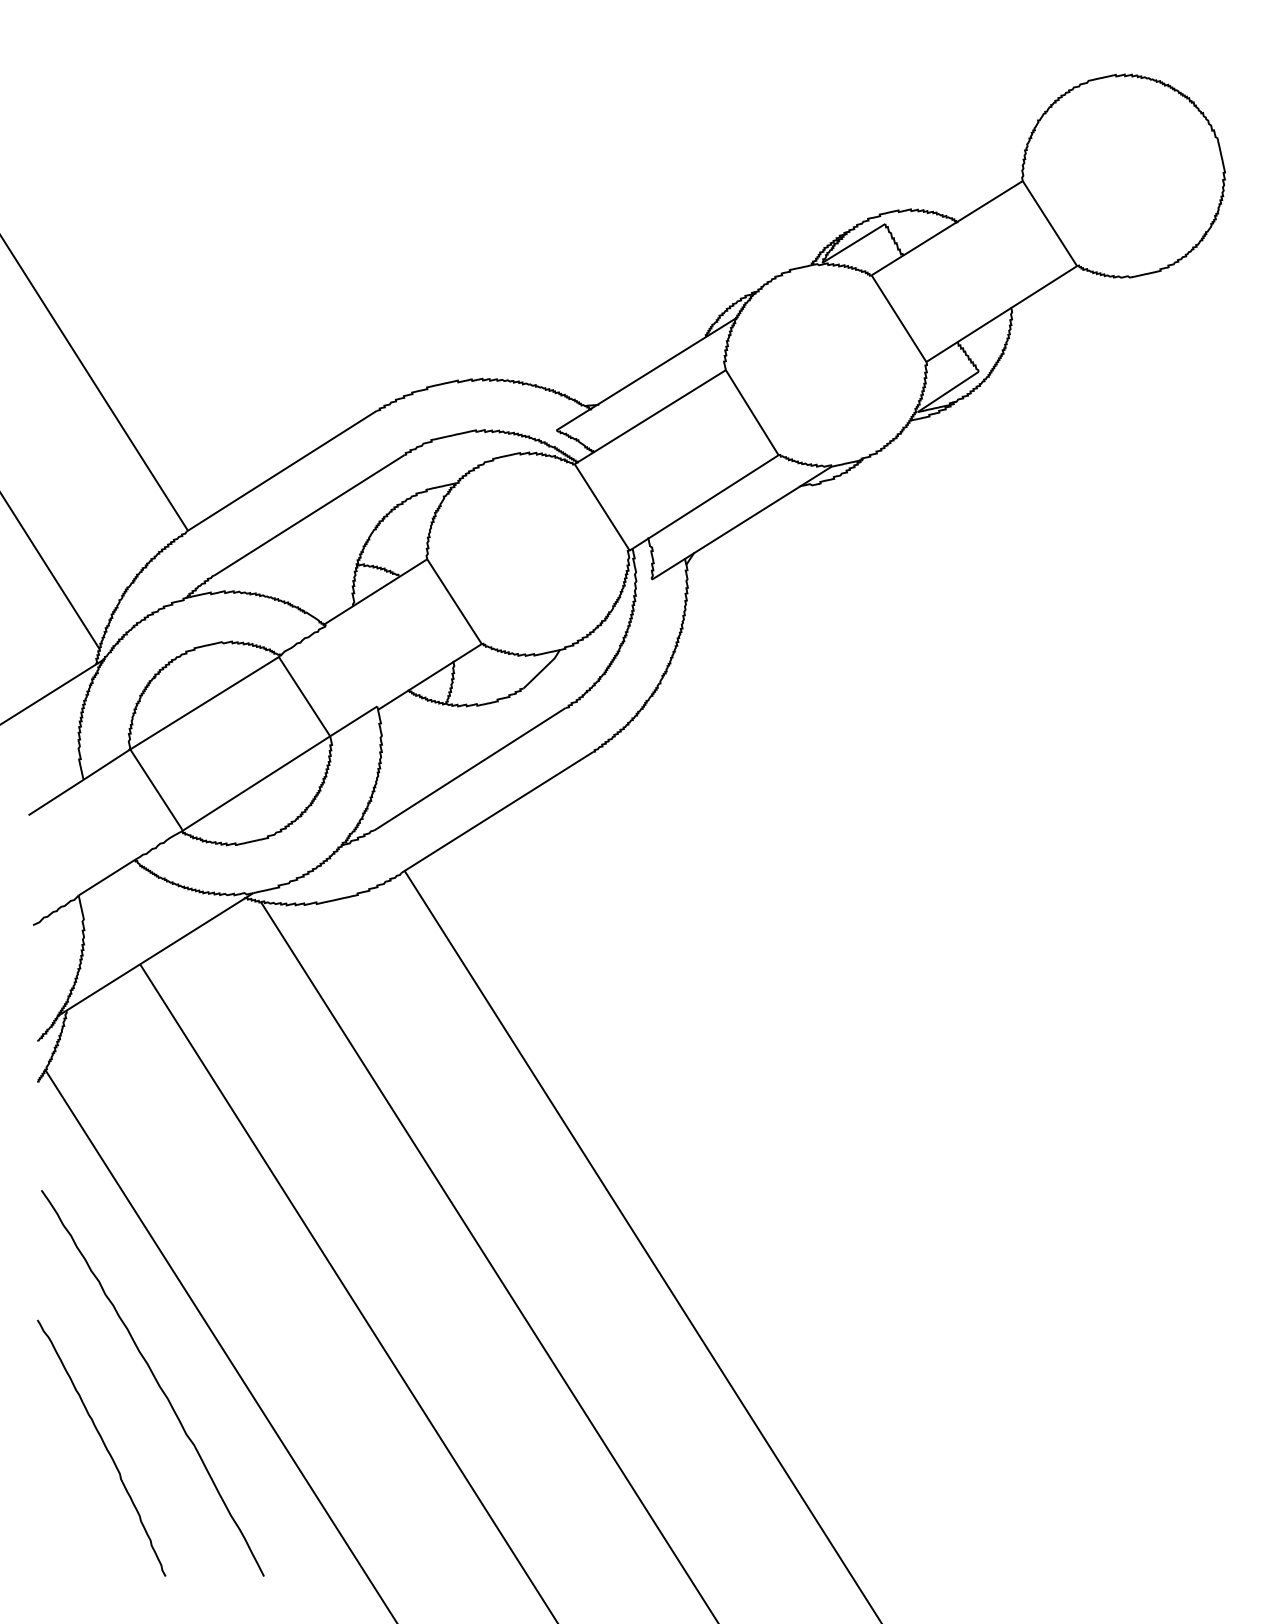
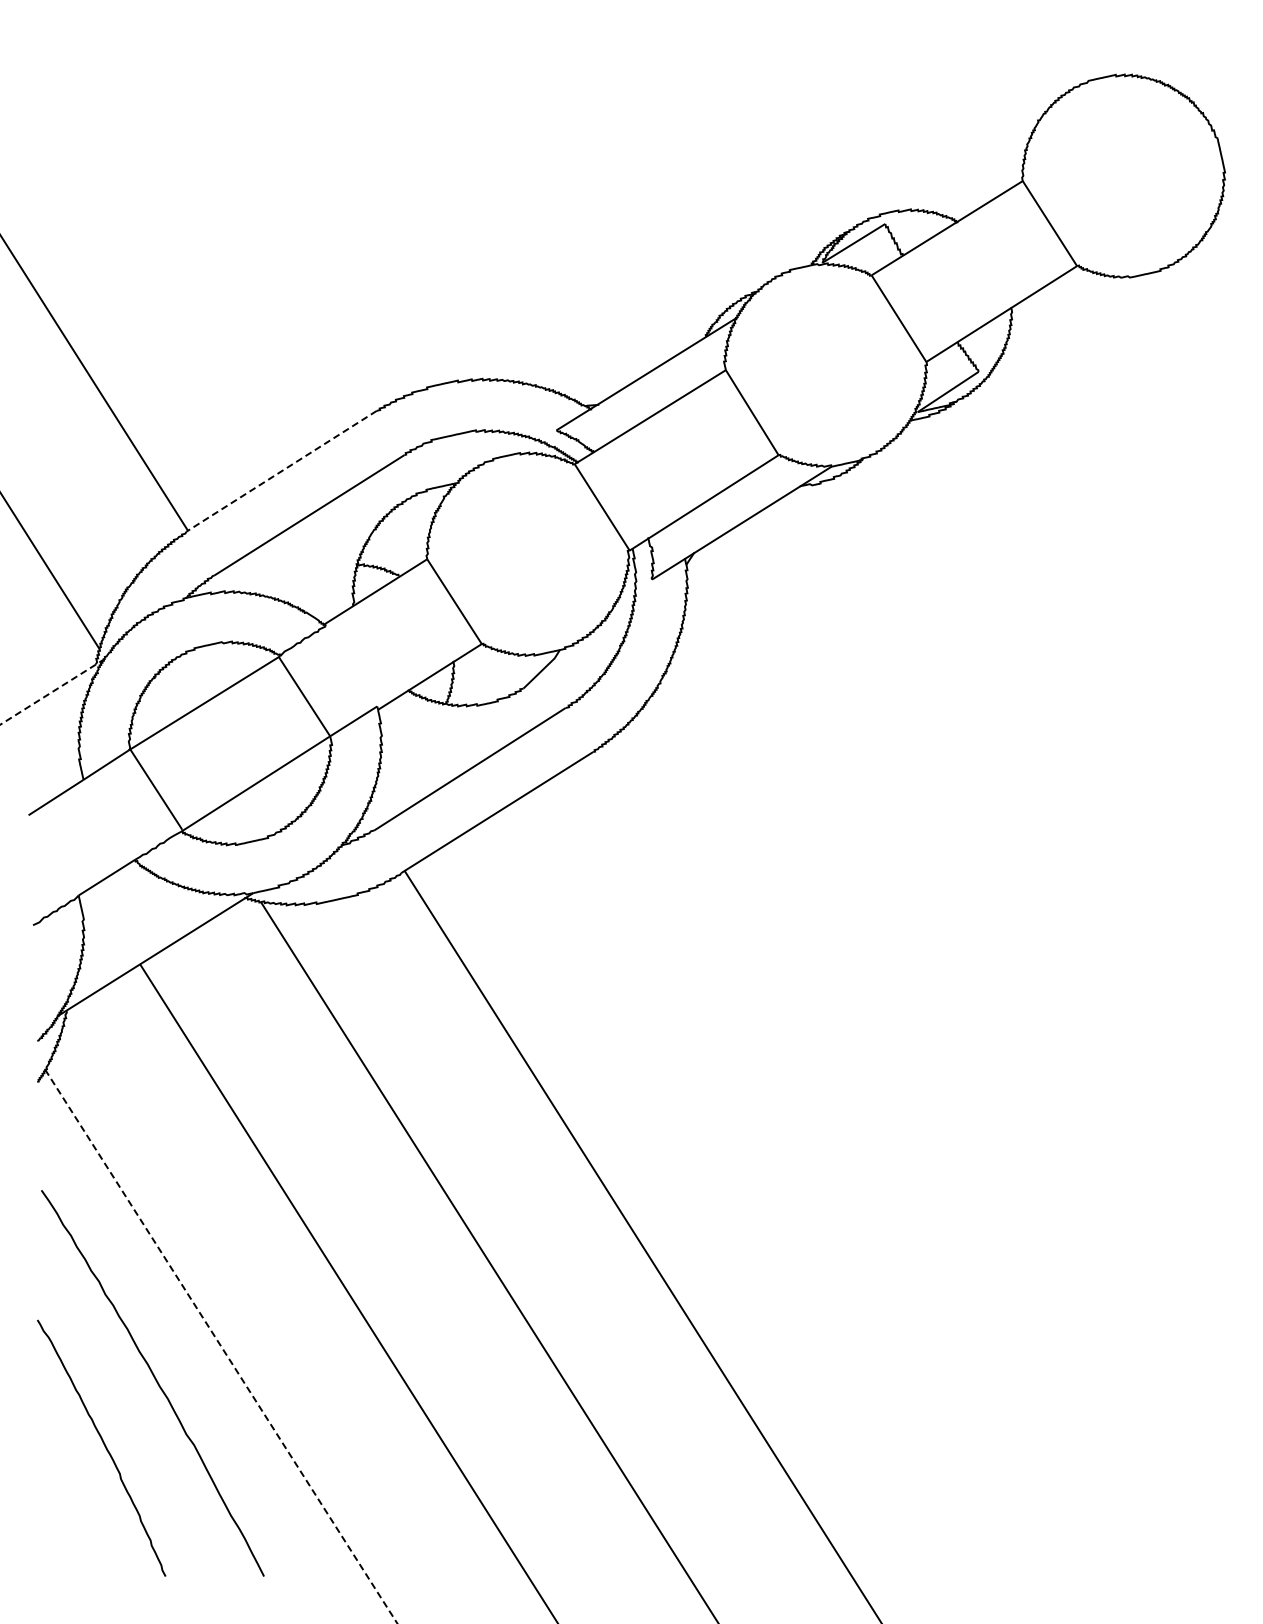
line at (281, 471): solid -> dashed
line at (53, 691): solid -> dashed
line at (221, 1347): solid -> dashed
